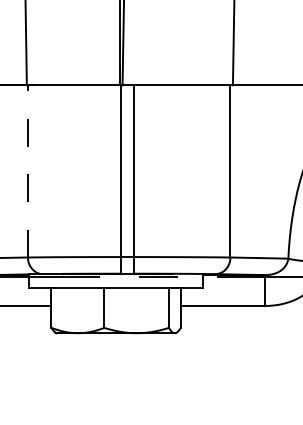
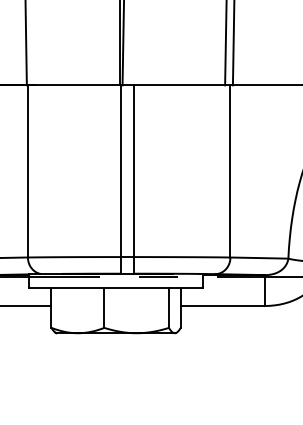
line at (225, 43): none -> present
line at (27, 170): dashed -> solid
